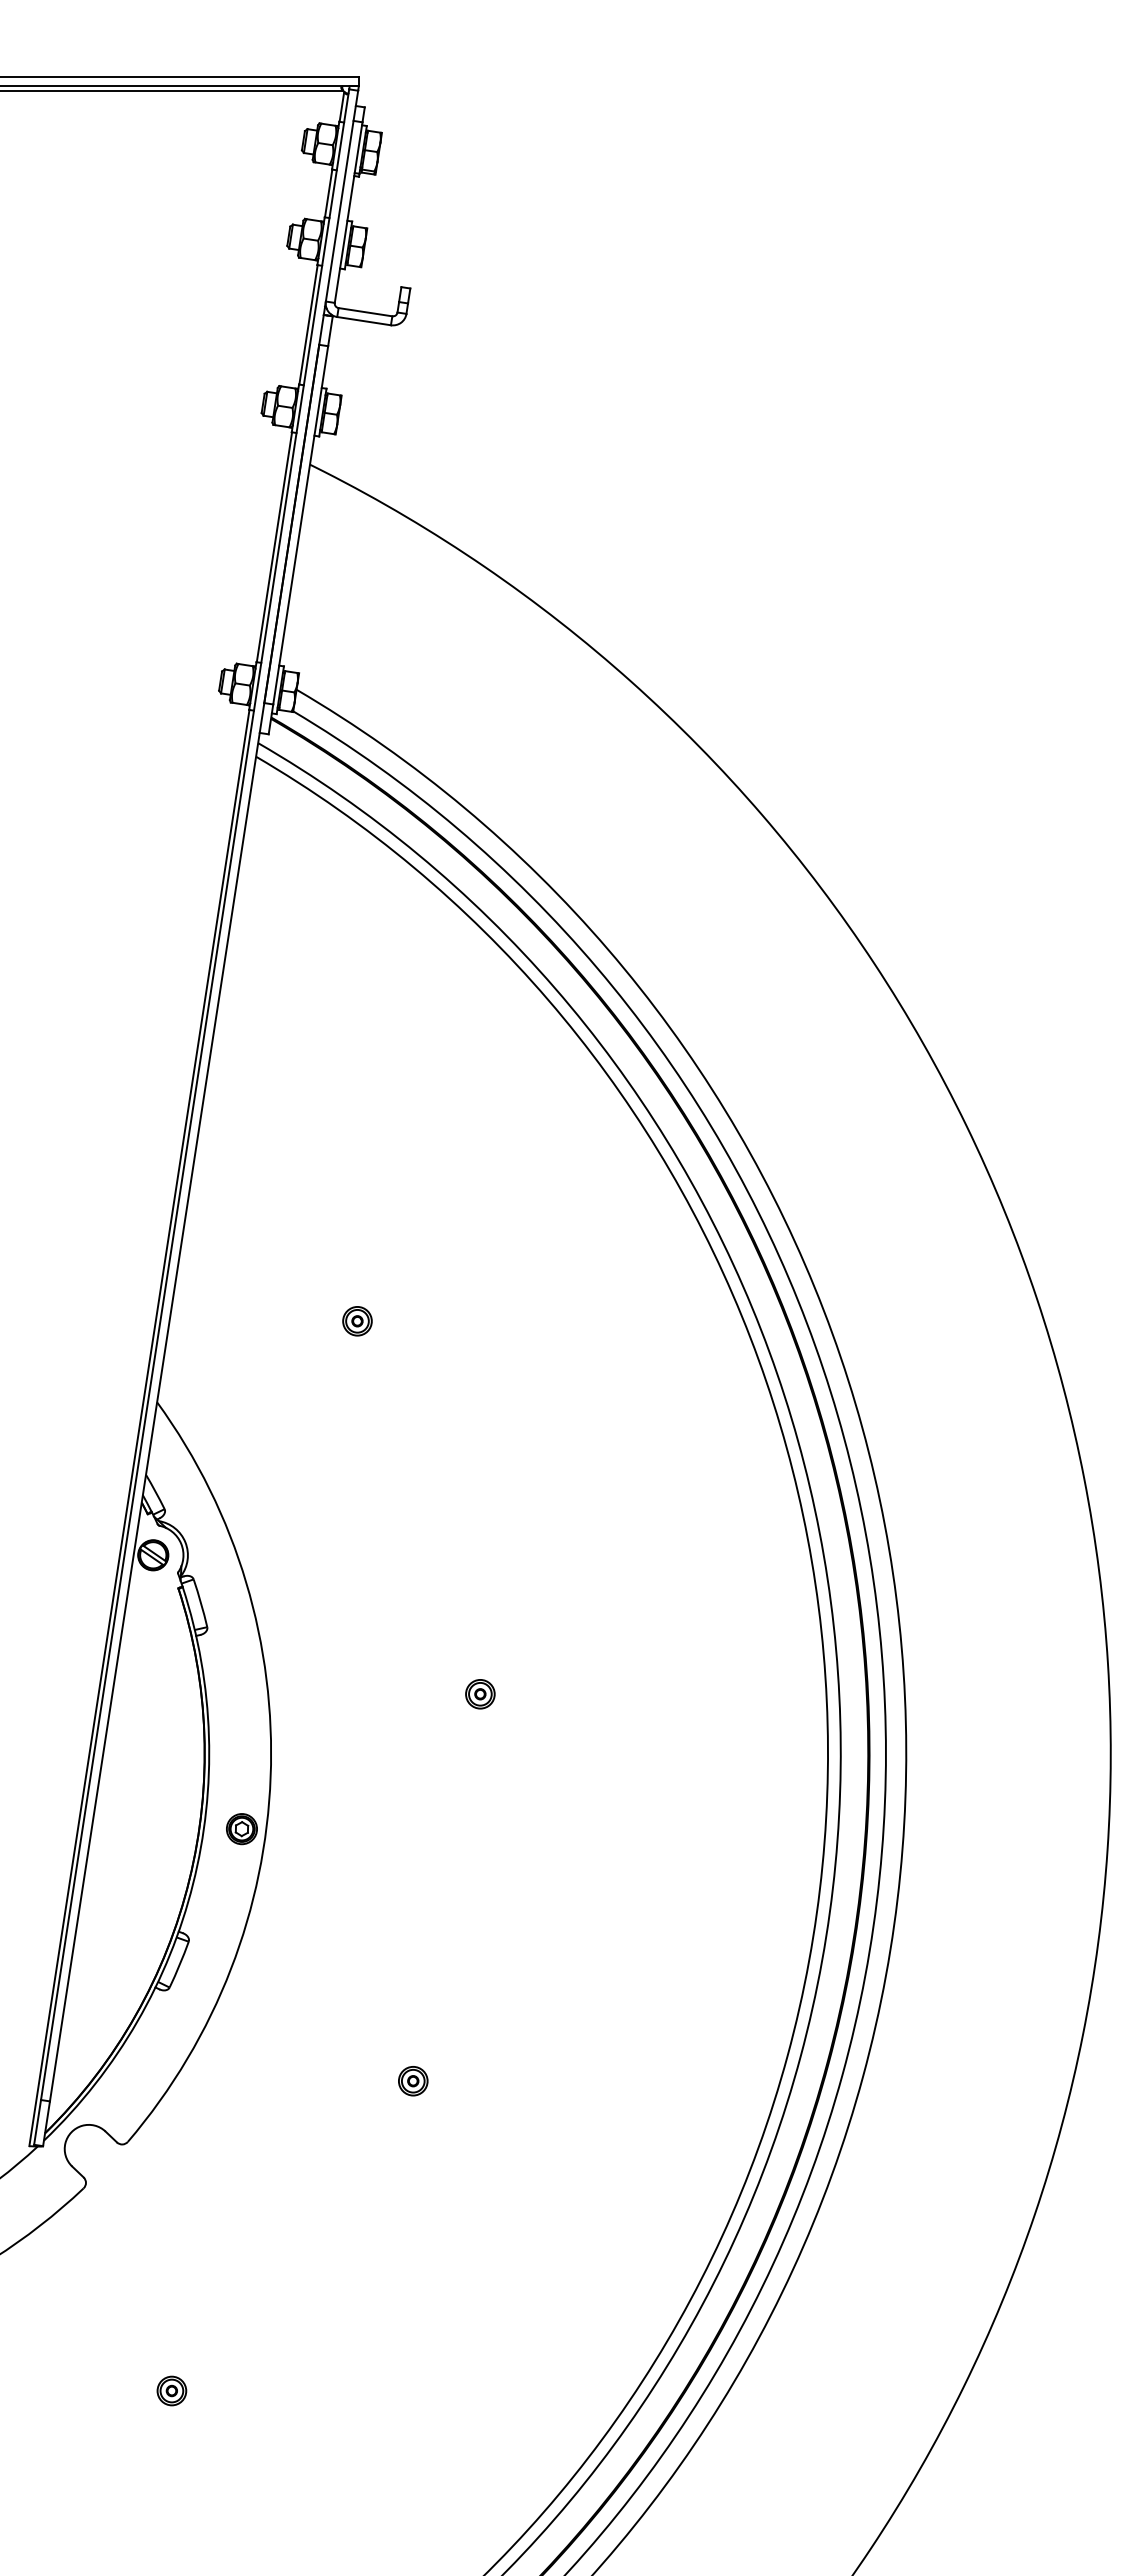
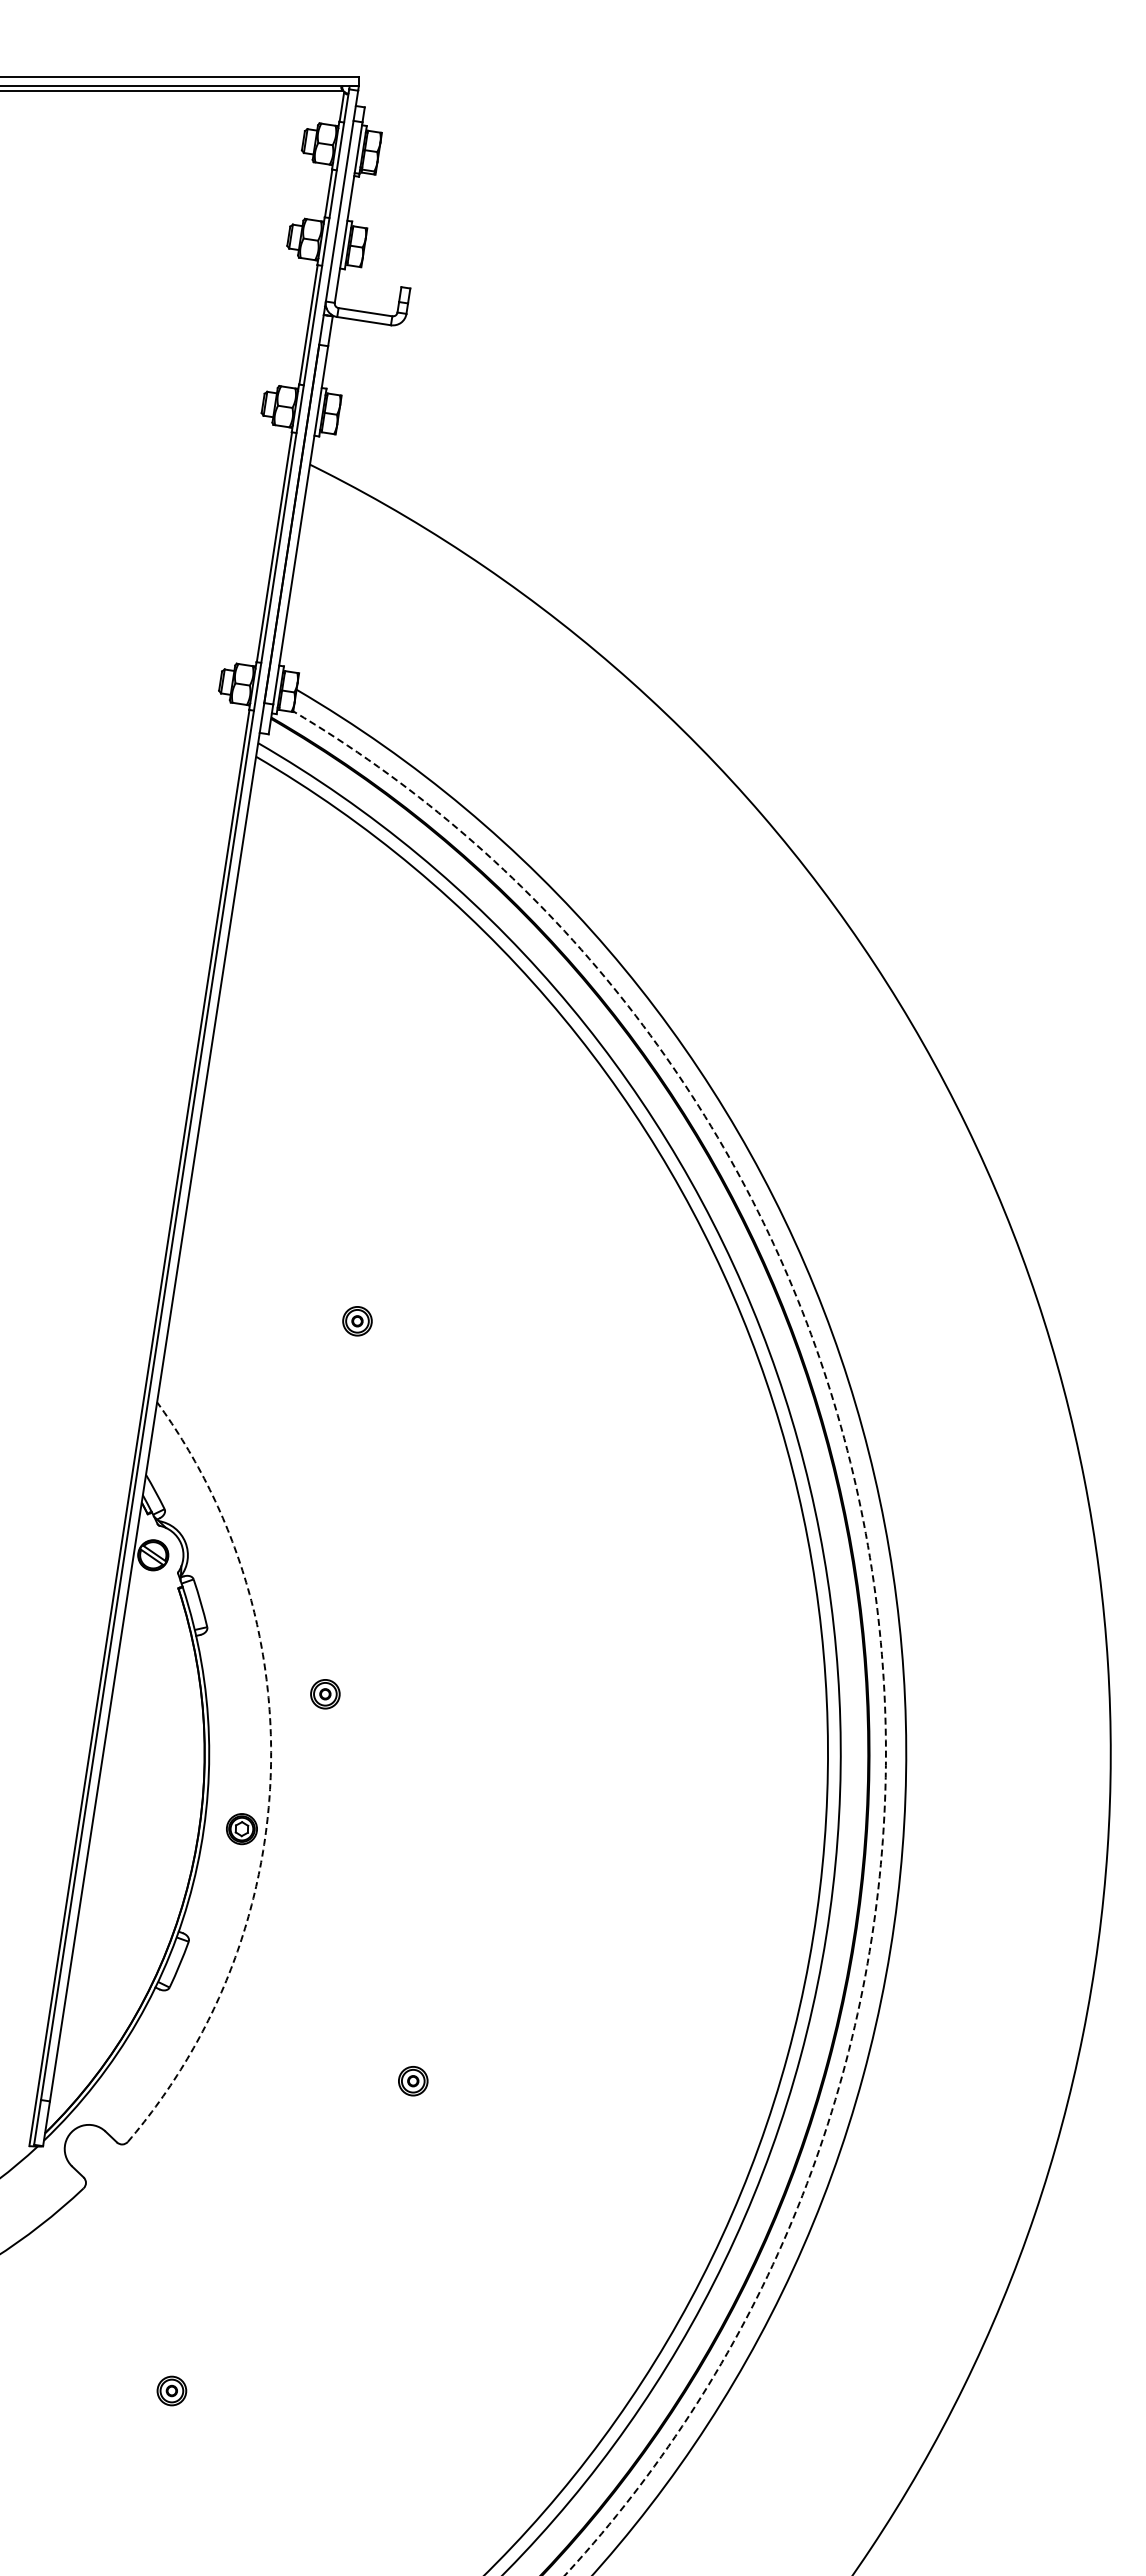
arc at (873, 1579): solid -> dashed
part at (480, 1694) position: (480, 1694) -> (325, 1694)
arc at (270, 1777): solid -> dashed
